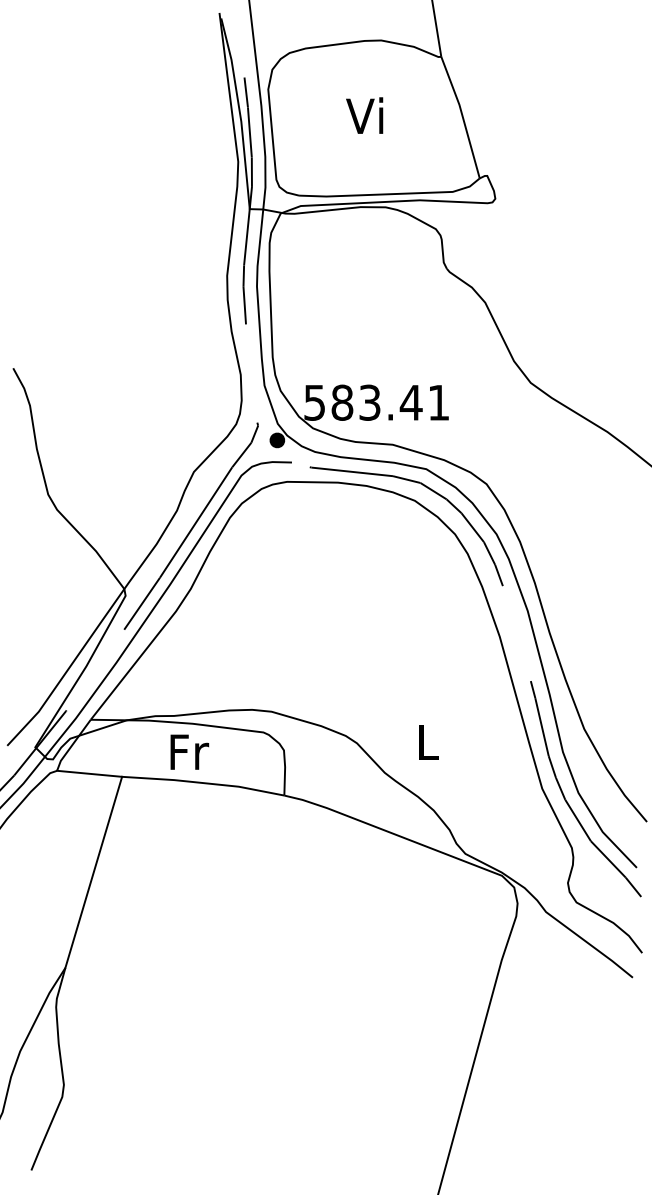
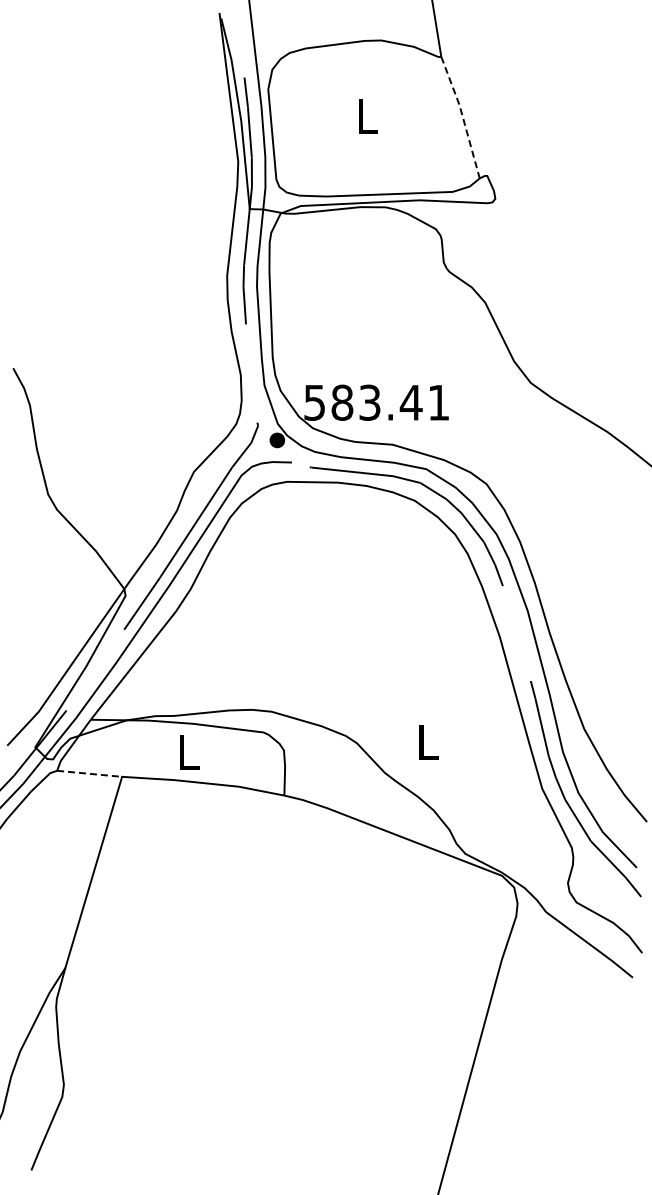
text at (364, 115): Vi -> L
line at (462, 116): solid -> dashed
text at (189, 751): Fr -> L
line at (89, 773): solid -> dashed
